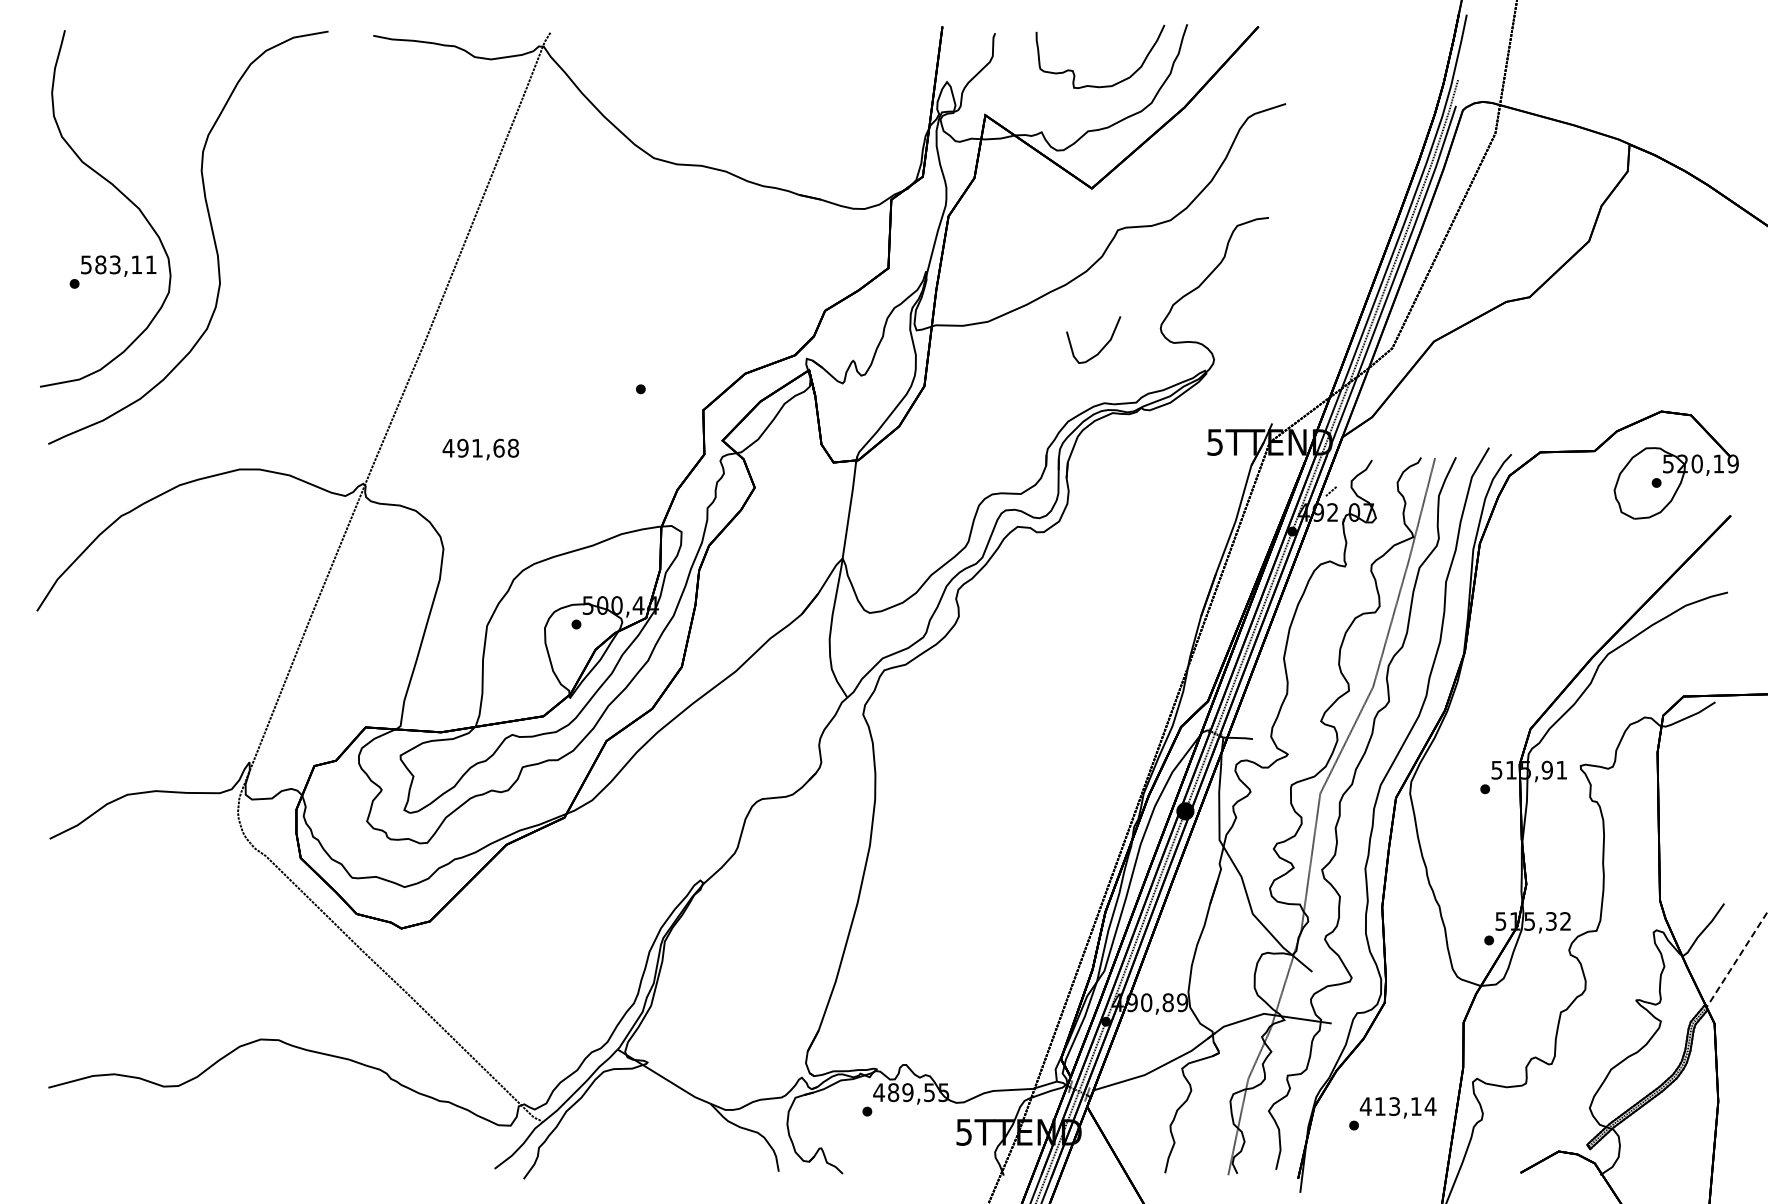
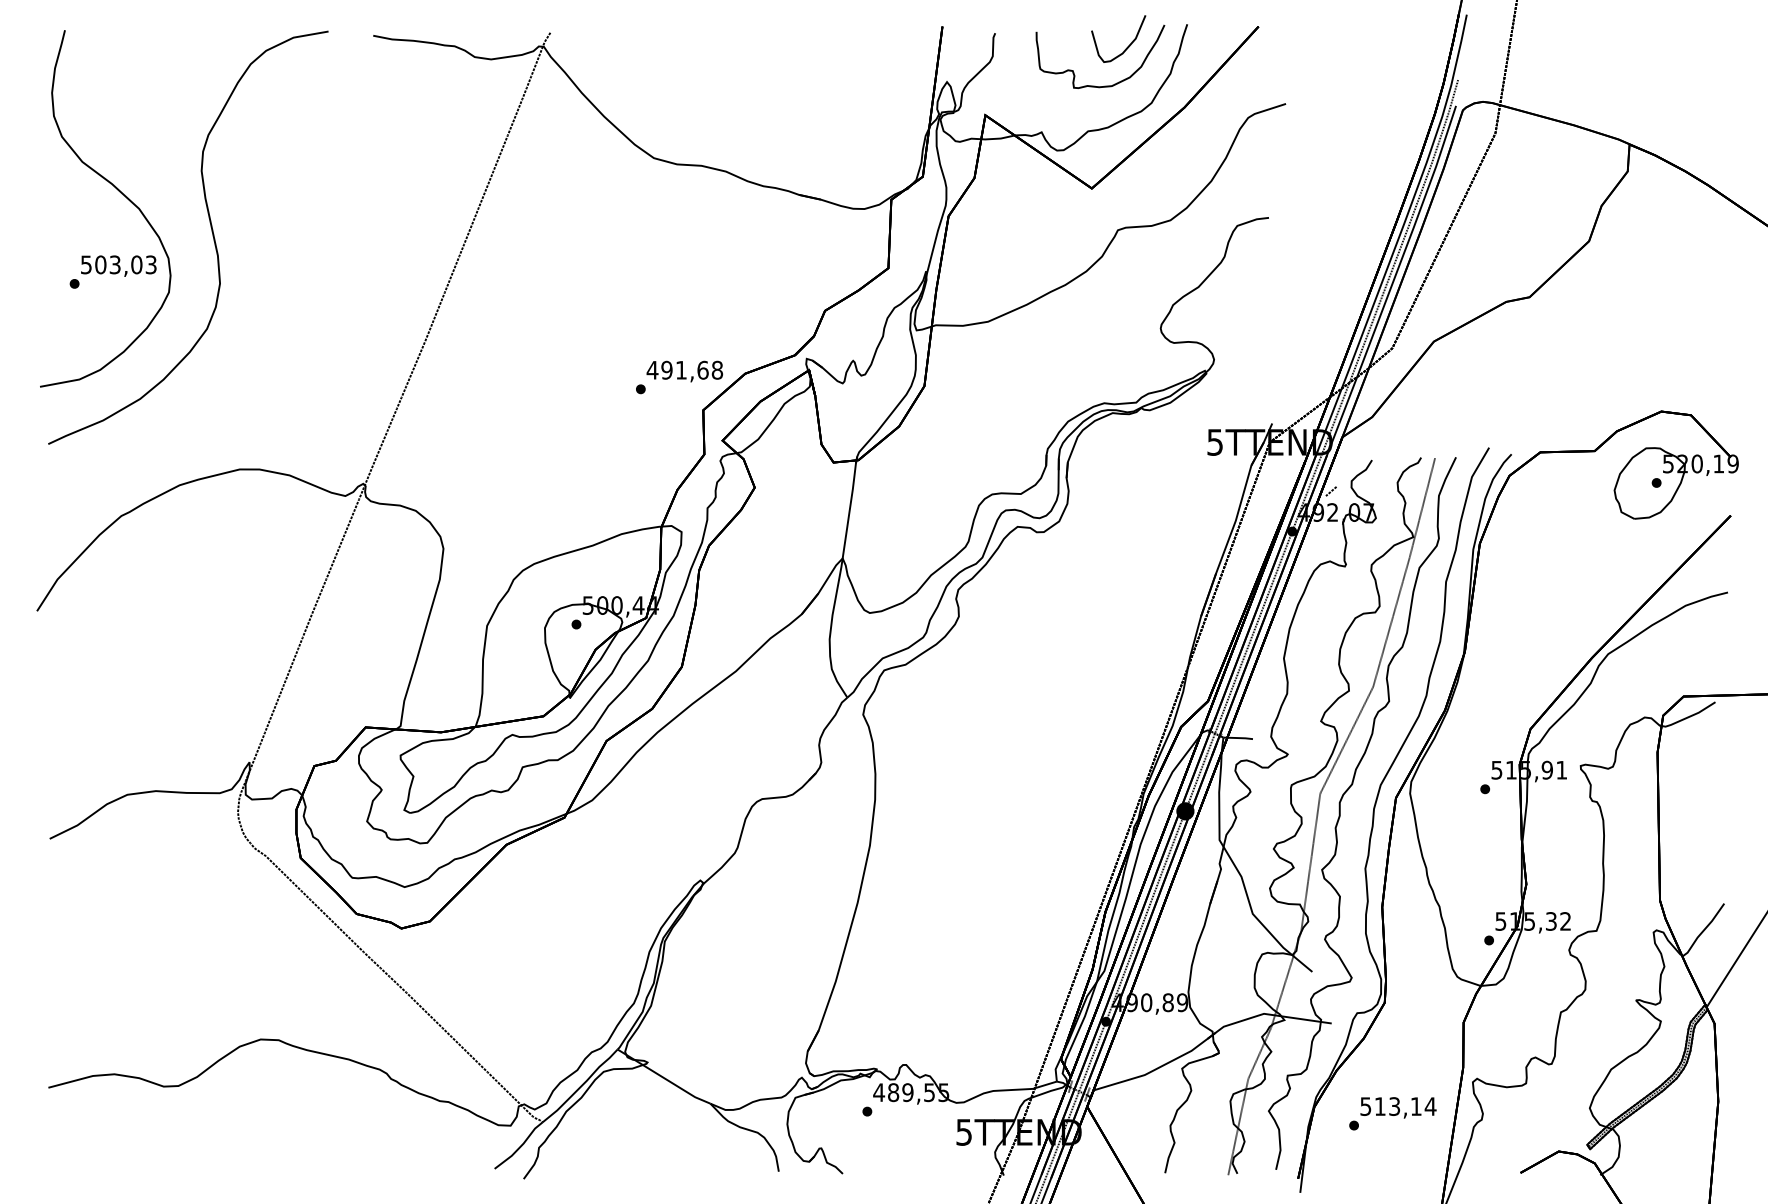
text at (125, 264): 583,11 -> 503,03
part at (1102, 347) position: (1102, 347) -> (1127, 46)
text at (480, 449) position: (480, 449) -> (684, 371)
line at (1737, 959): dashed -> solid
text at (1365, 1106): 413,14 -> 513,14
